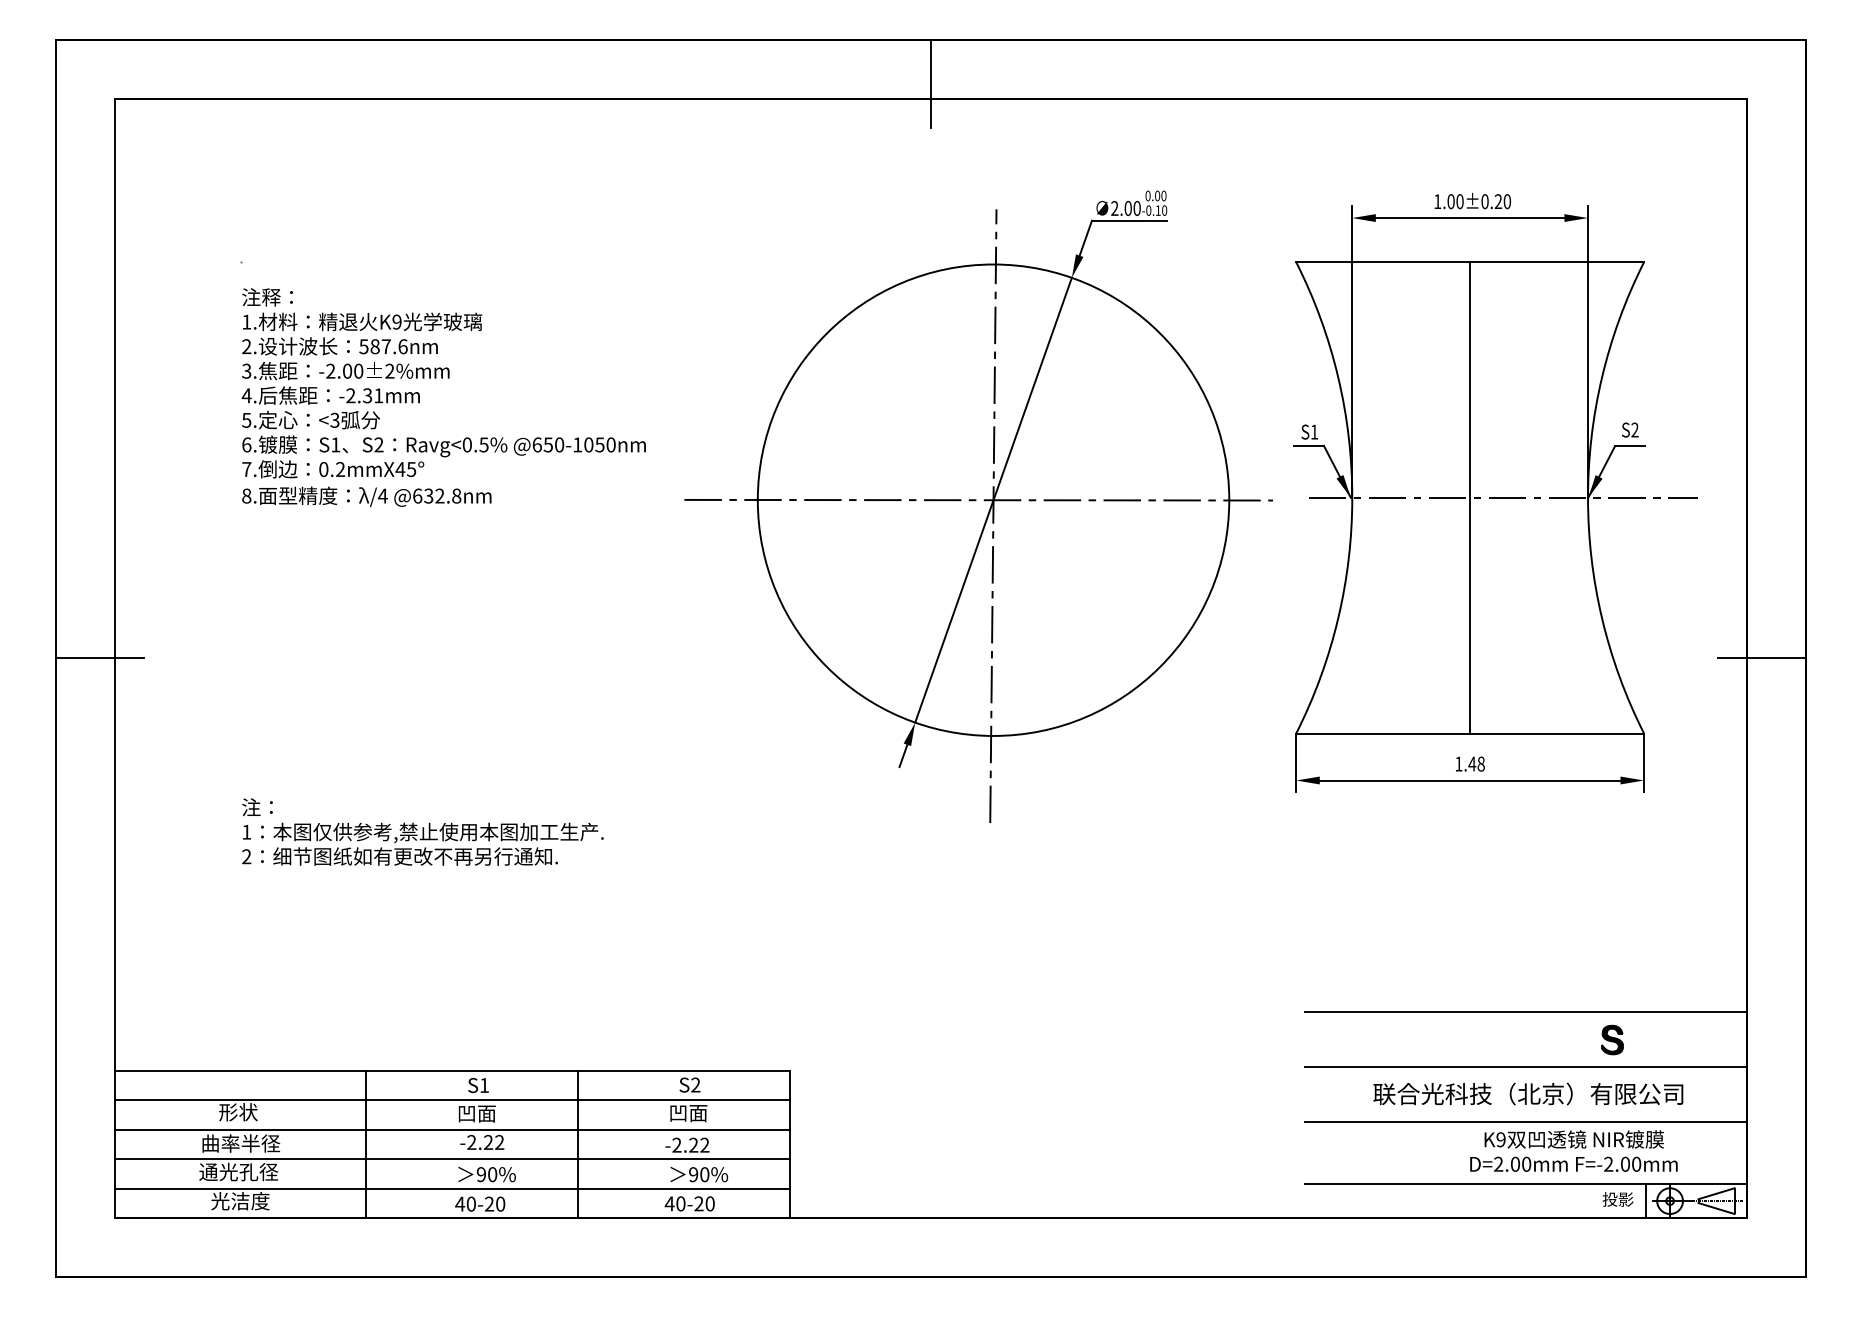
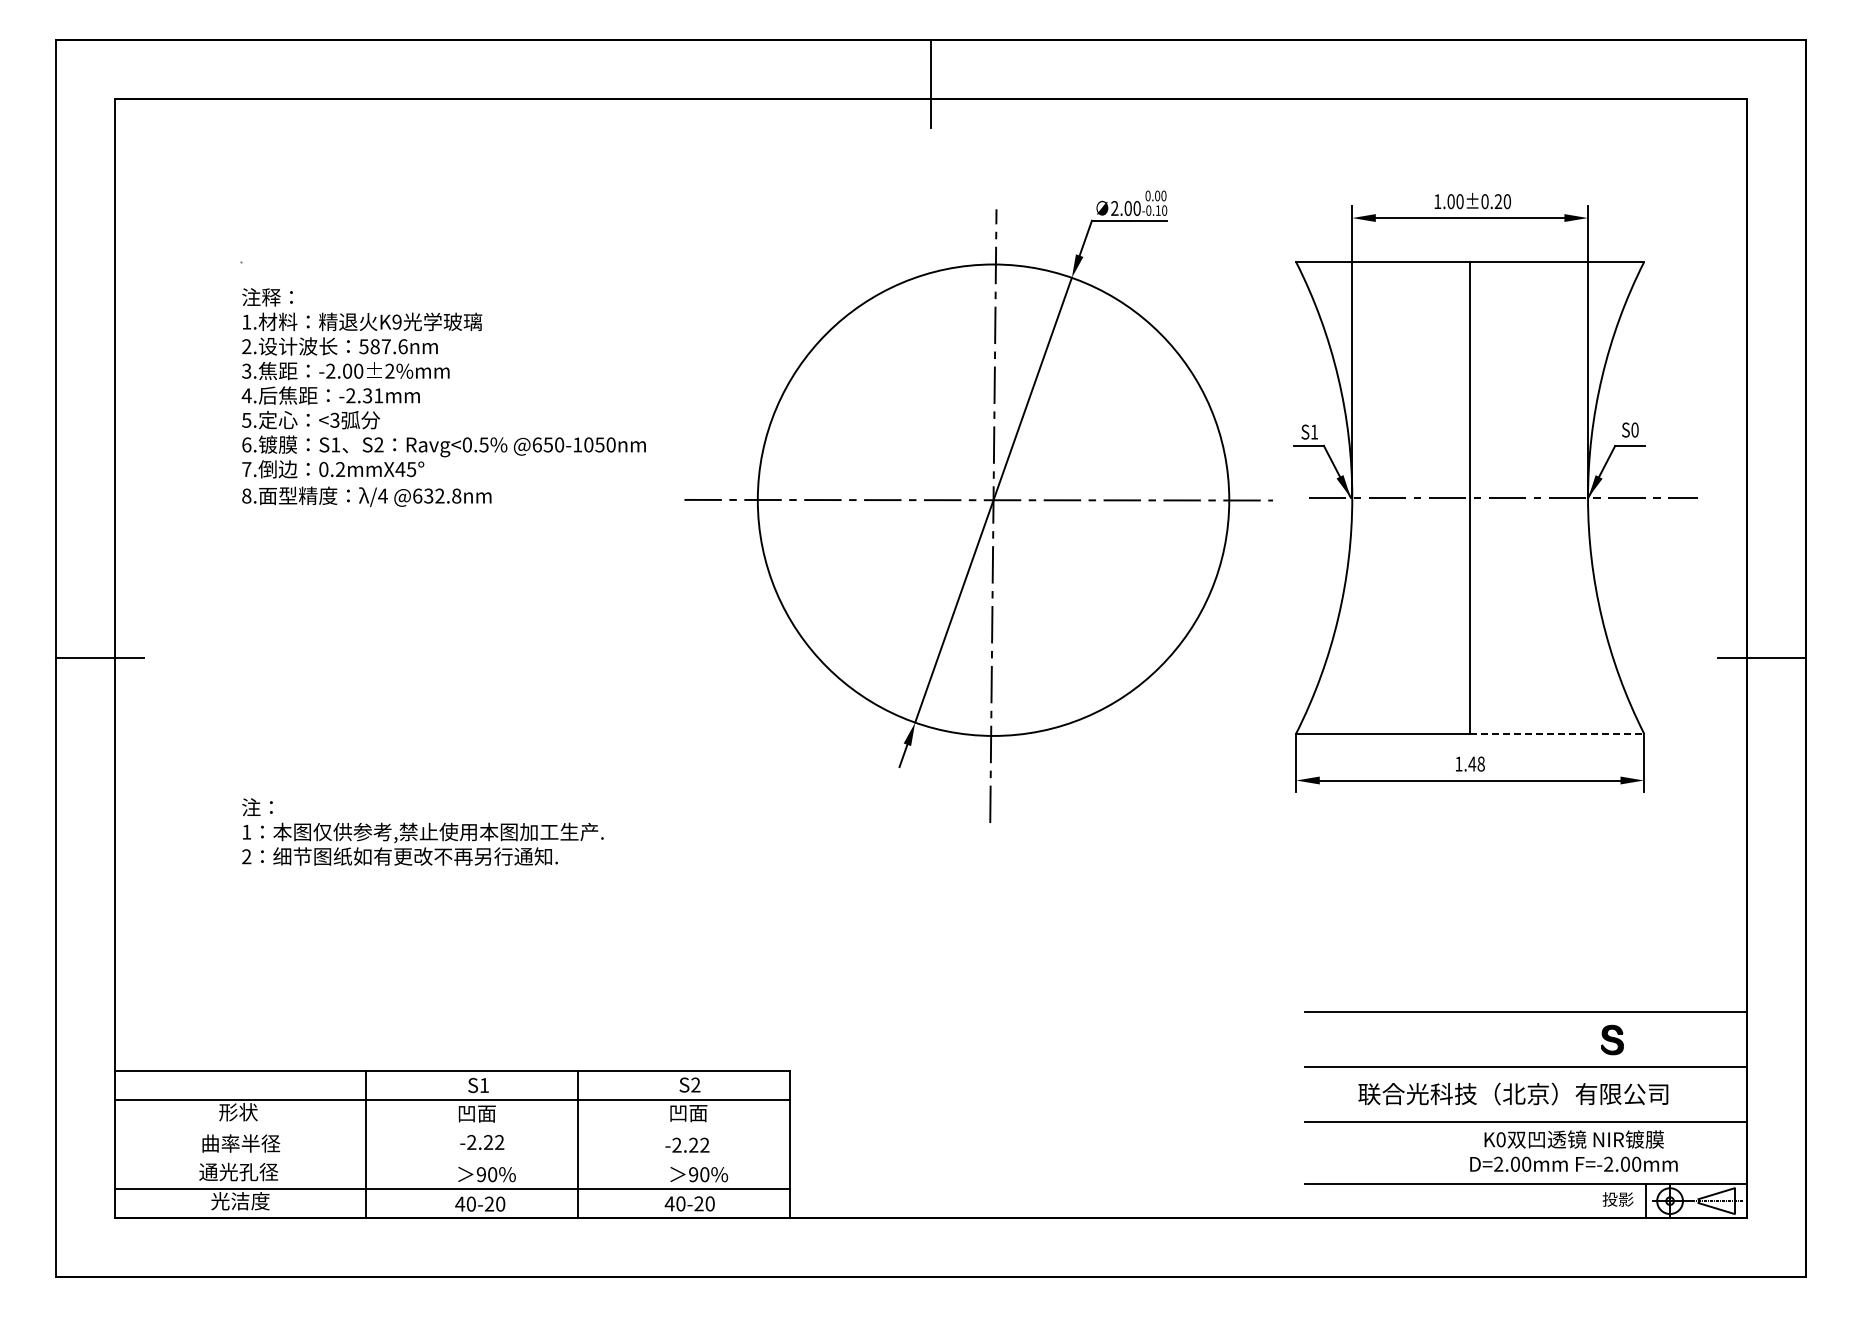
text at (1634, 429): S2 -> S0
line at (1557, 733): solid -> dashed
text at (1528, 1093) position: (1528, 1093) -> (1513, 1093)
line at (452, 1129): present -> none
text at (1500, 1139): K9 -> K0
line at (452, 1159): present -> none
